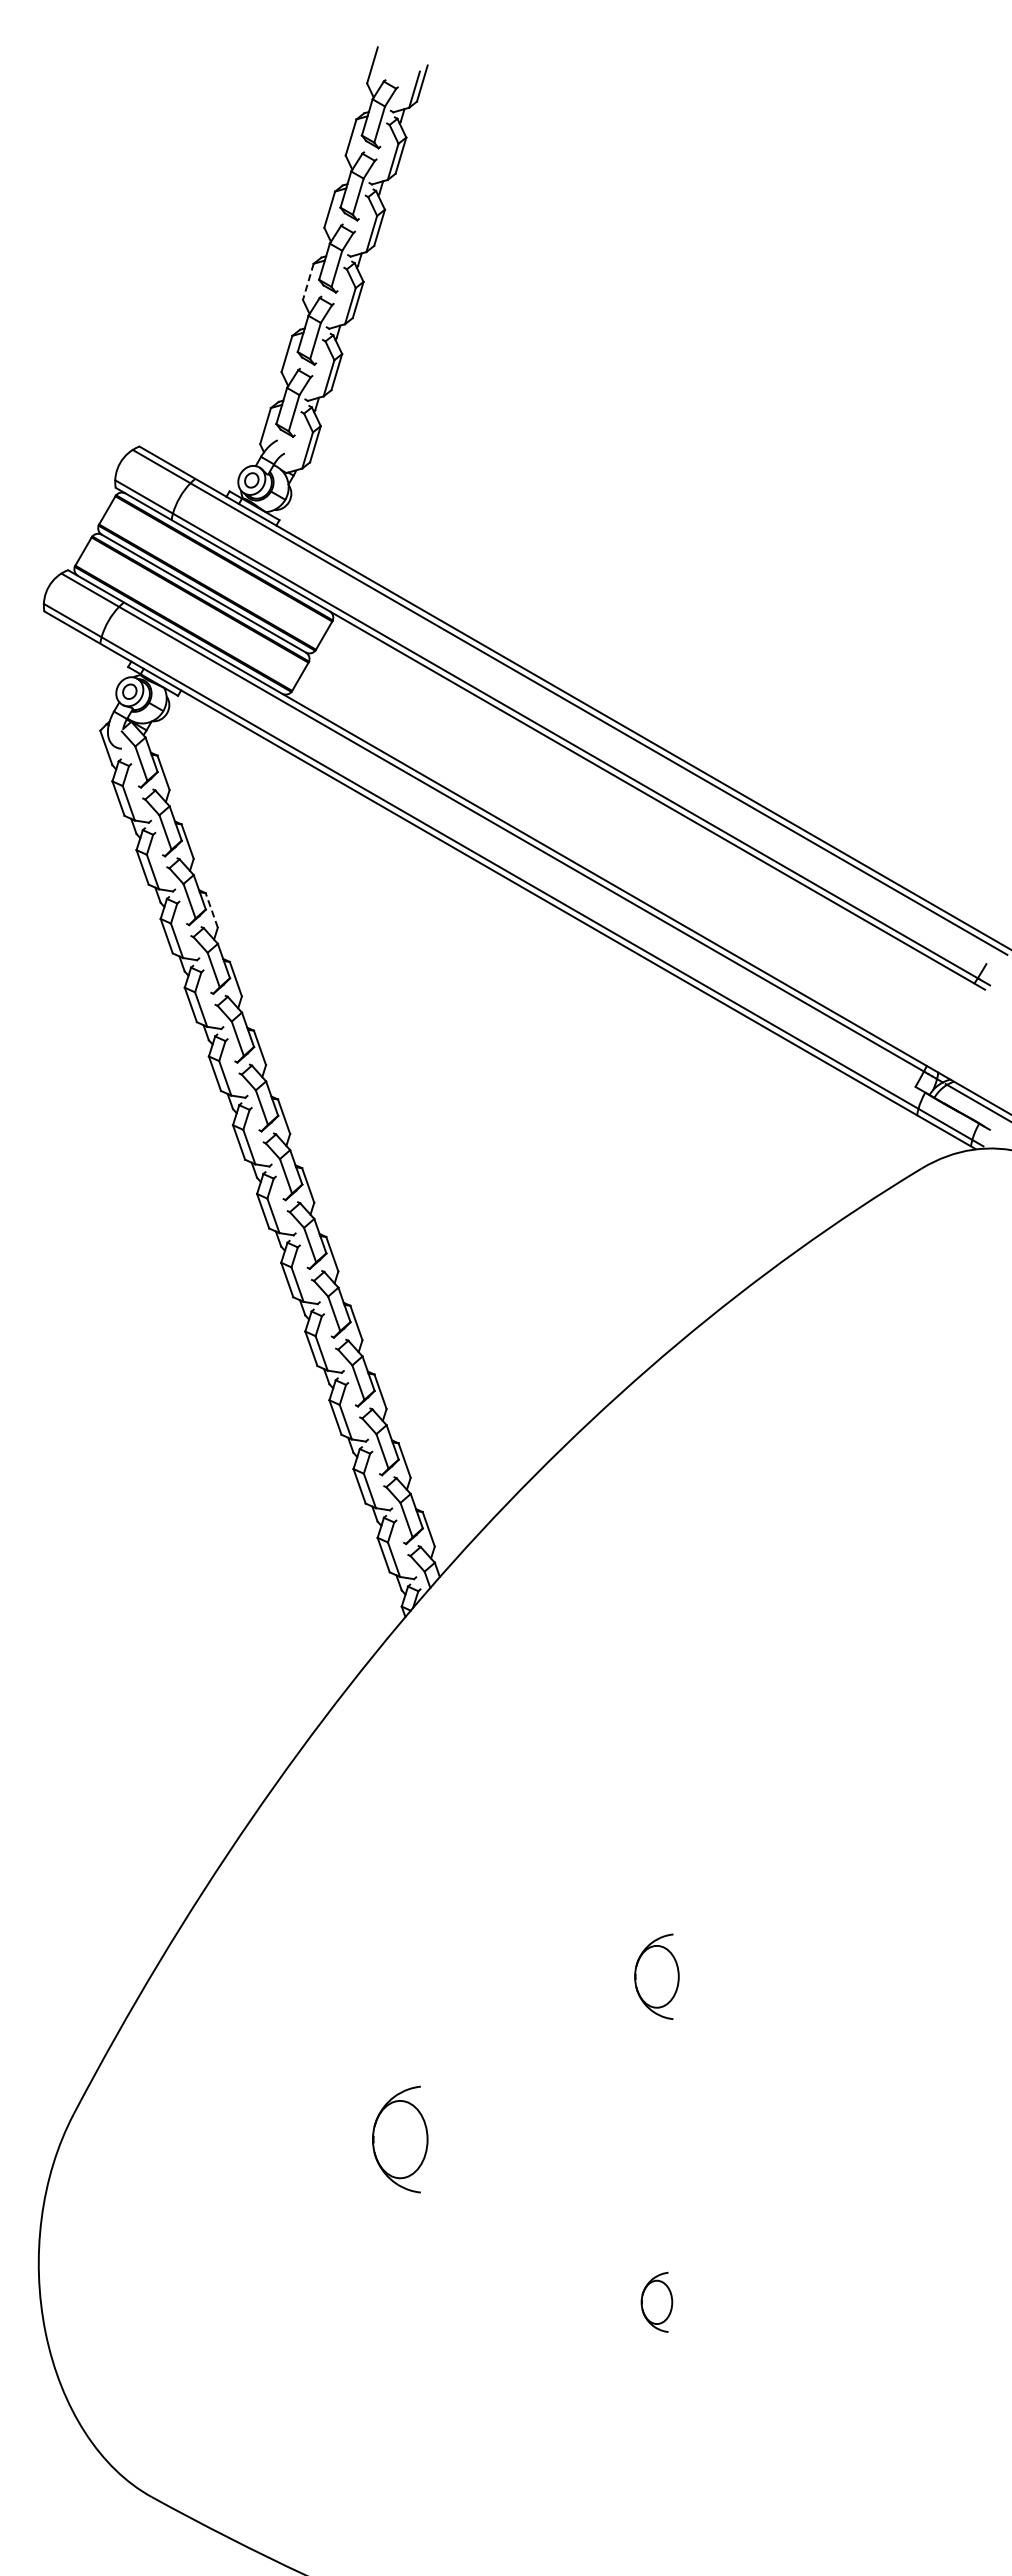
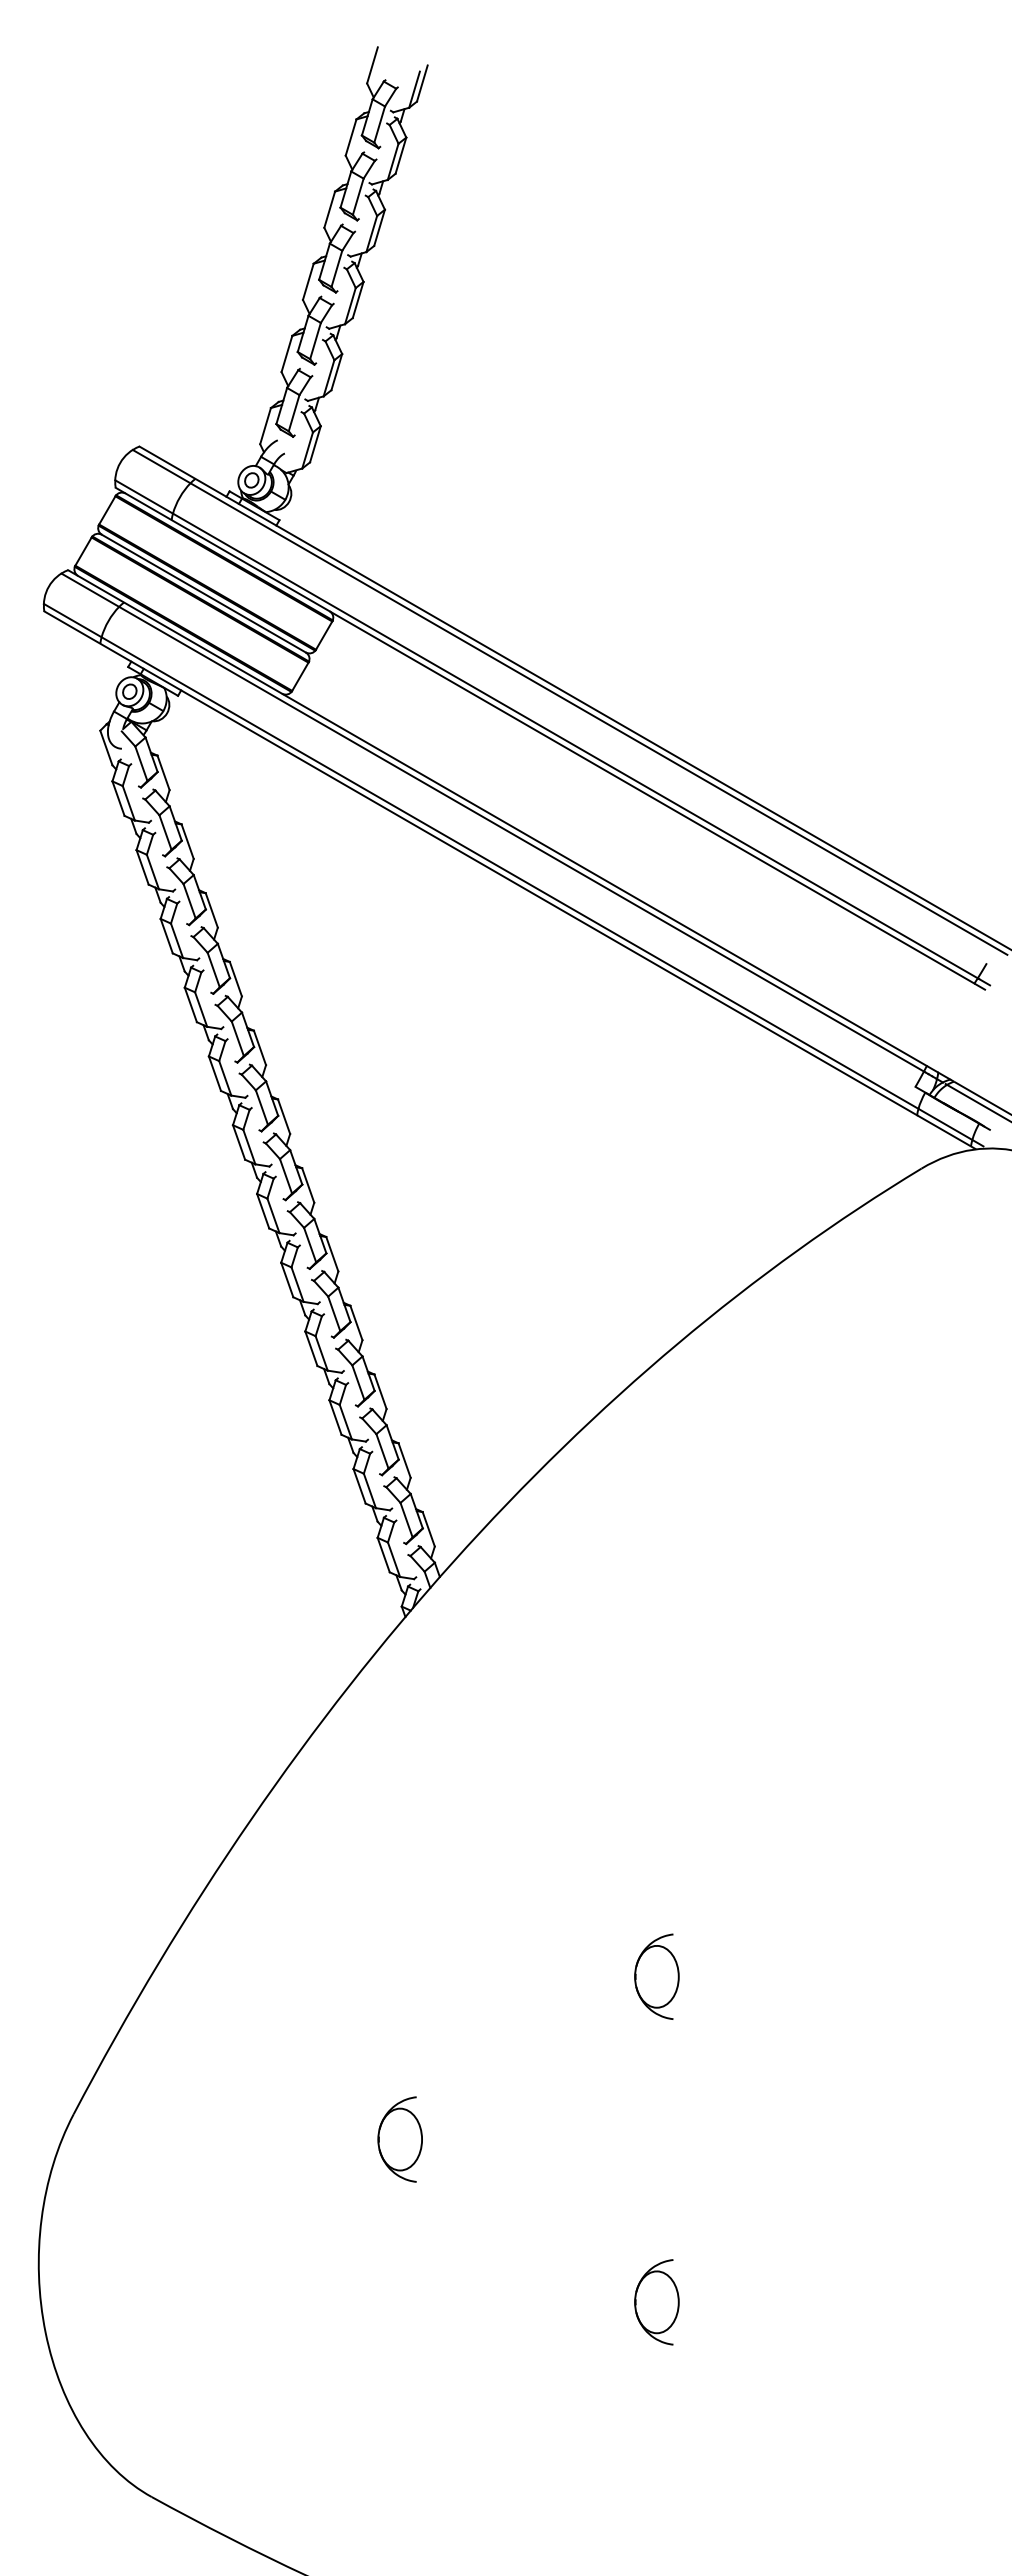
line at (308, 281): dashed -> solid
line at (211, 909): dashed -> solid
part at (400, 2139) size: 57x109 px -> 46x87 px
part at (656, 2302) size: 34x61 px -> 46x87 px
